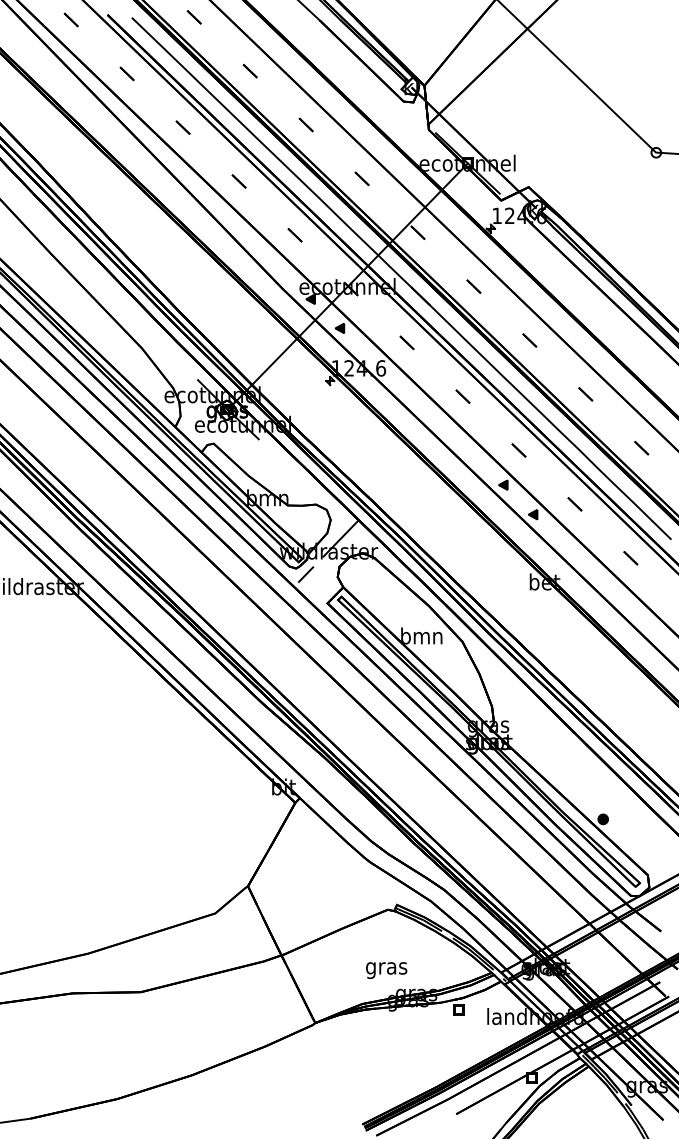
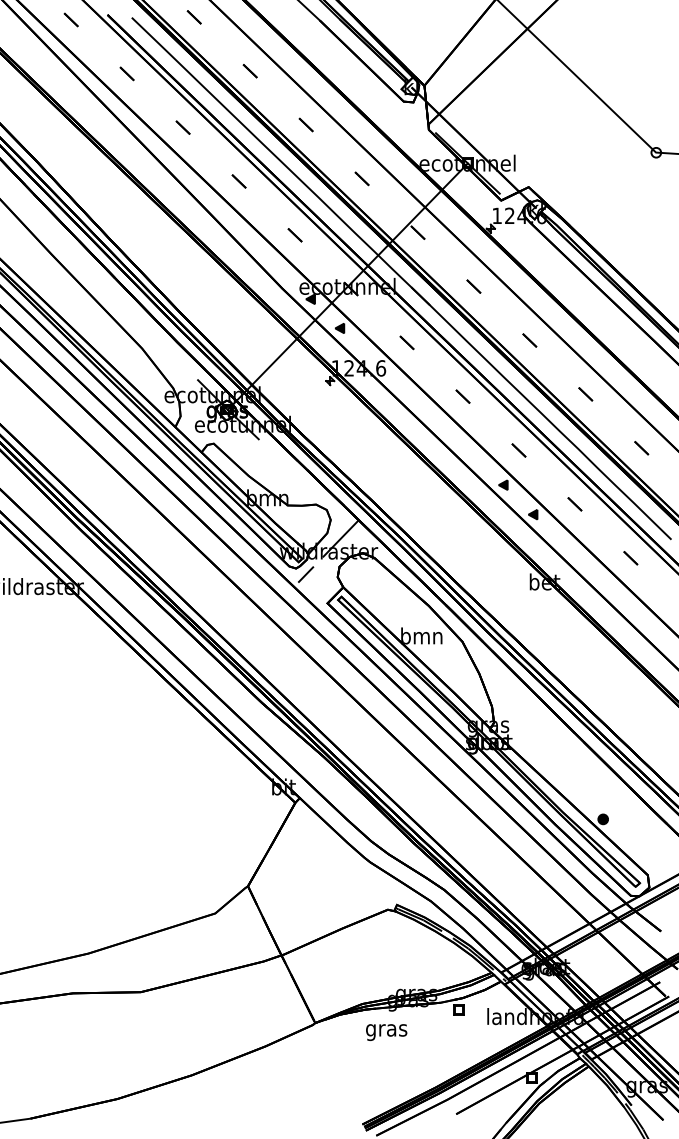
text at (386, 970) position: (386, 970) -> (386, 1032)
